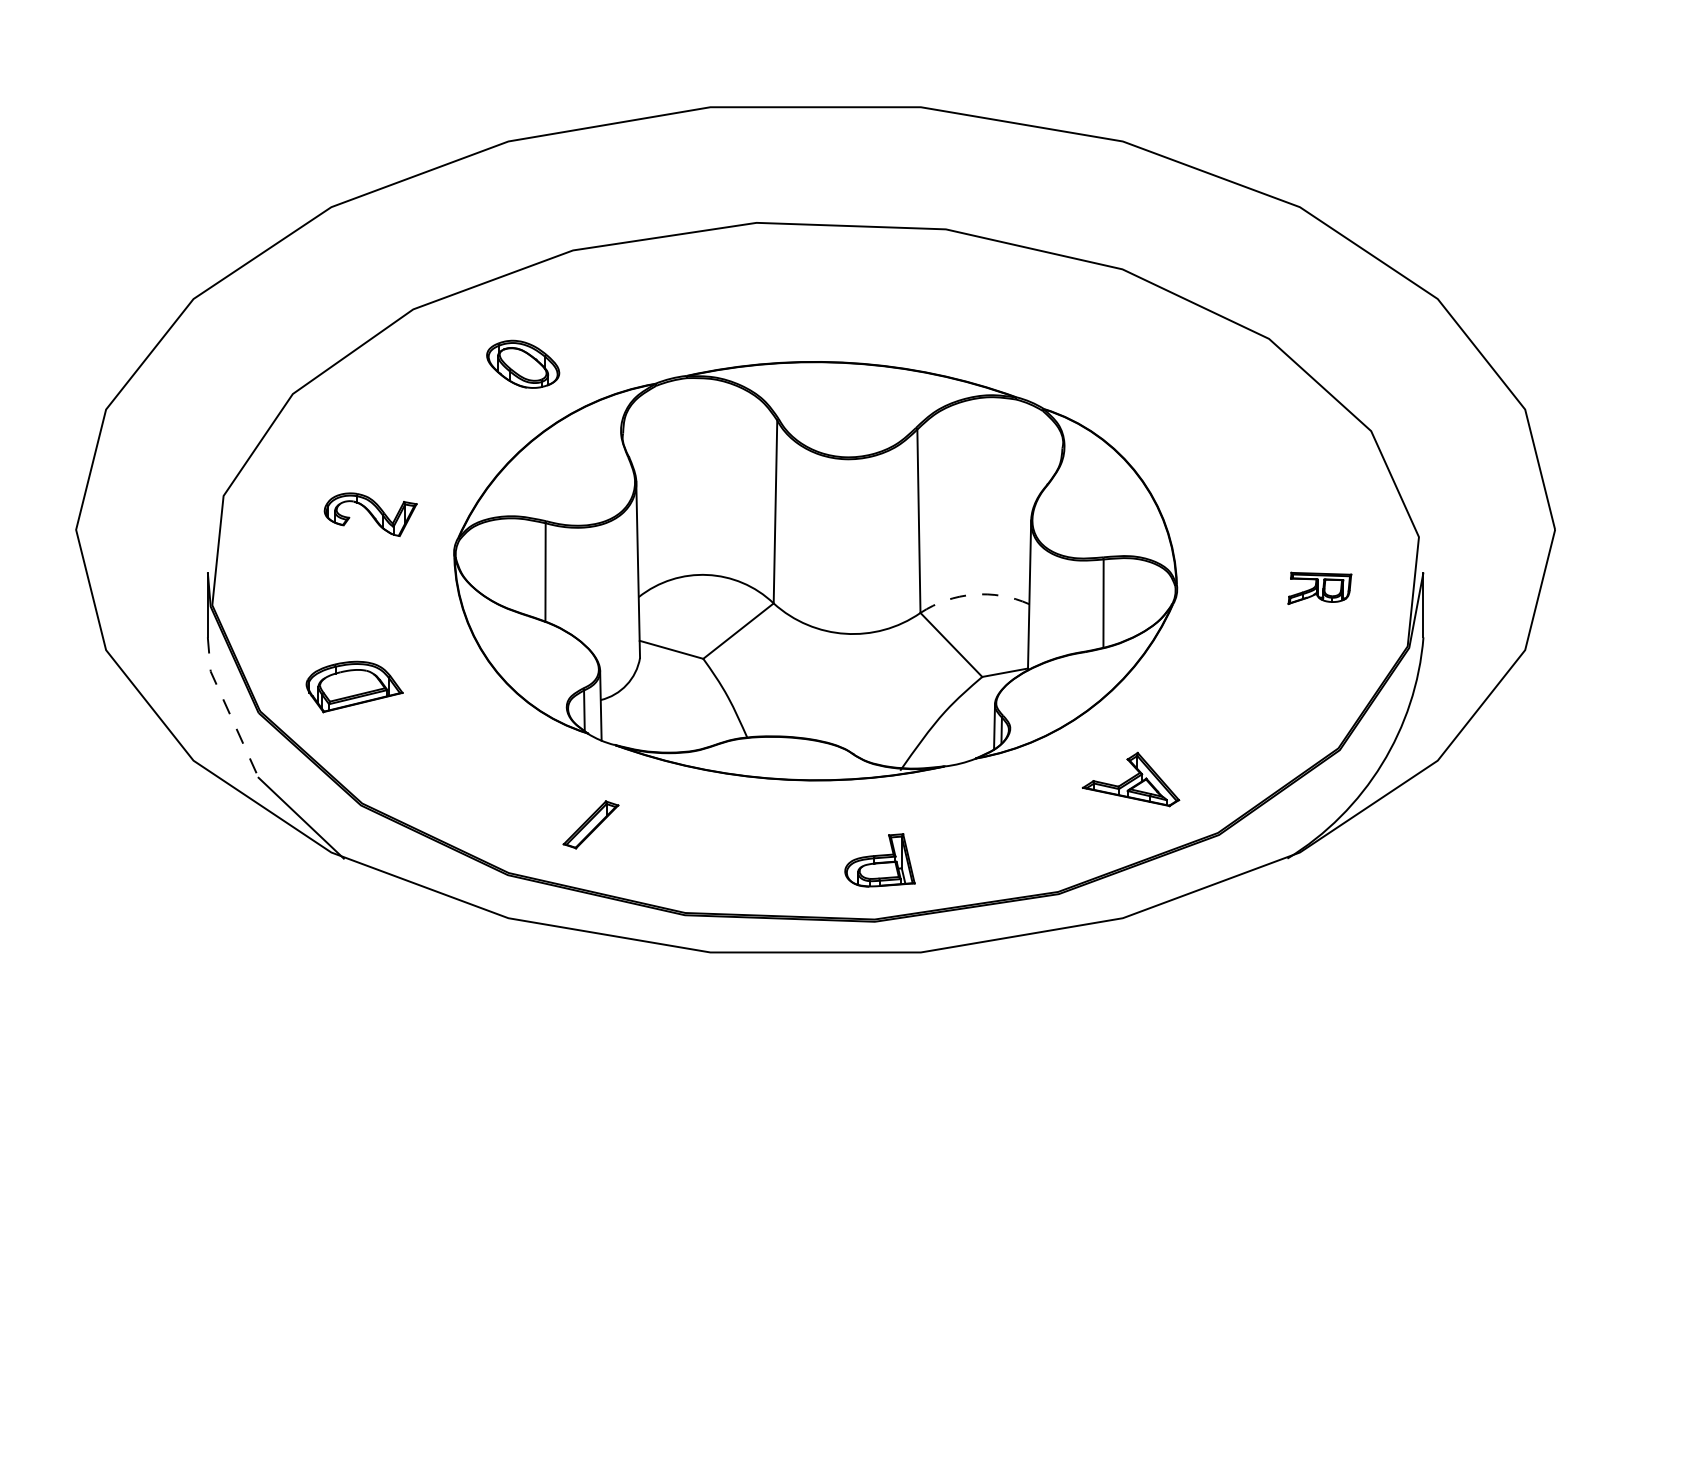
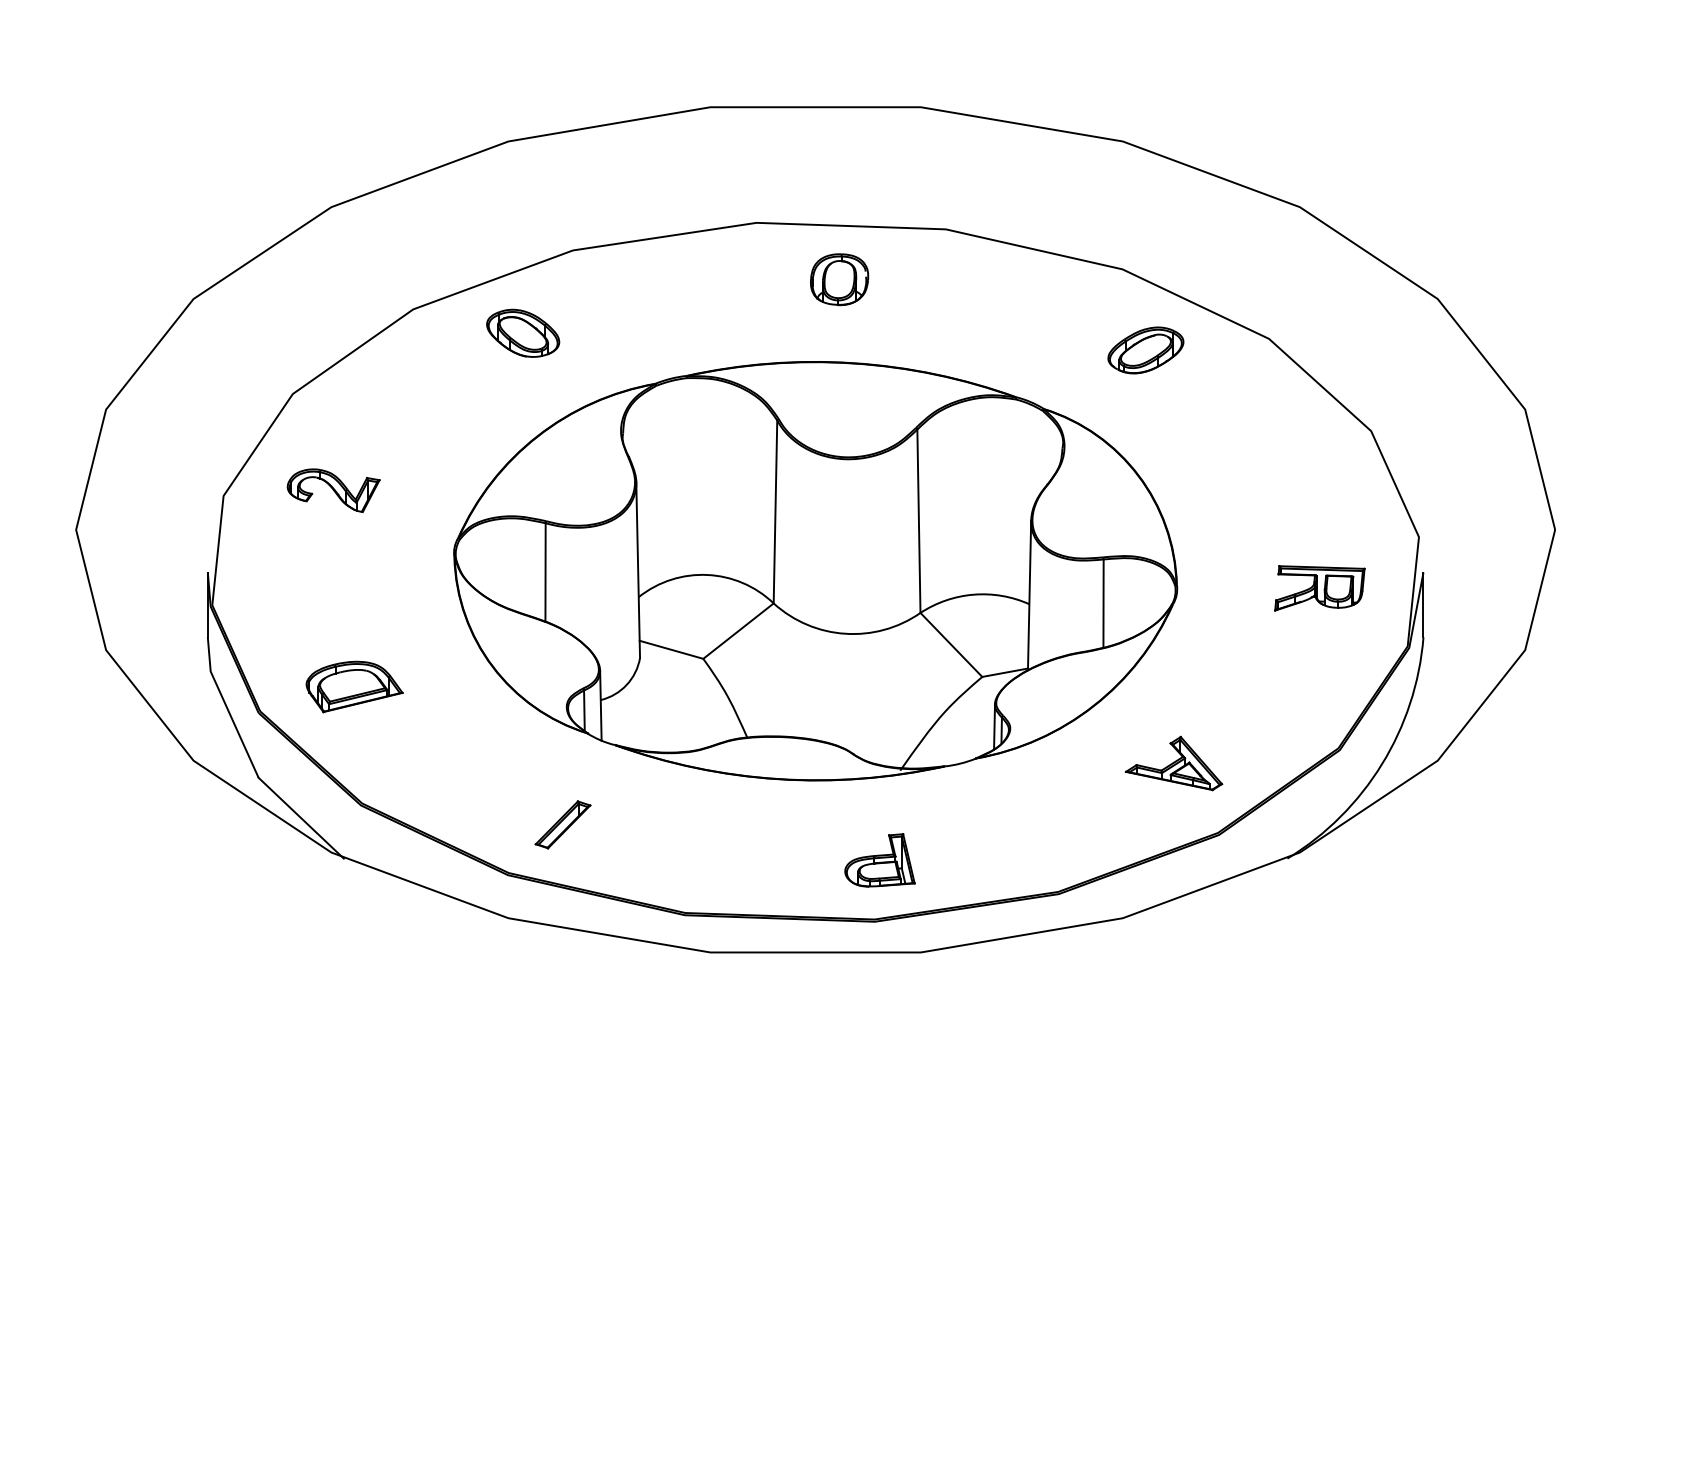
part at (839, 279): none -> present
part at (1145, 350): none -> present
part at (523, 363) position: (523, 363) -> (523, 332)
part at (370, 514) position: (370, 514) -> (333, 490)
part at (1319, 587) size: 66x34 px -> 92x47 px
arc at (973, 594): dashed -> solid
line at (227, 708): dashed -> solid
part at (1130, 779) position: (1130, 779) -> (1173, 763)
part at (590, 824) position: (590, 824) -> (562, 824)
